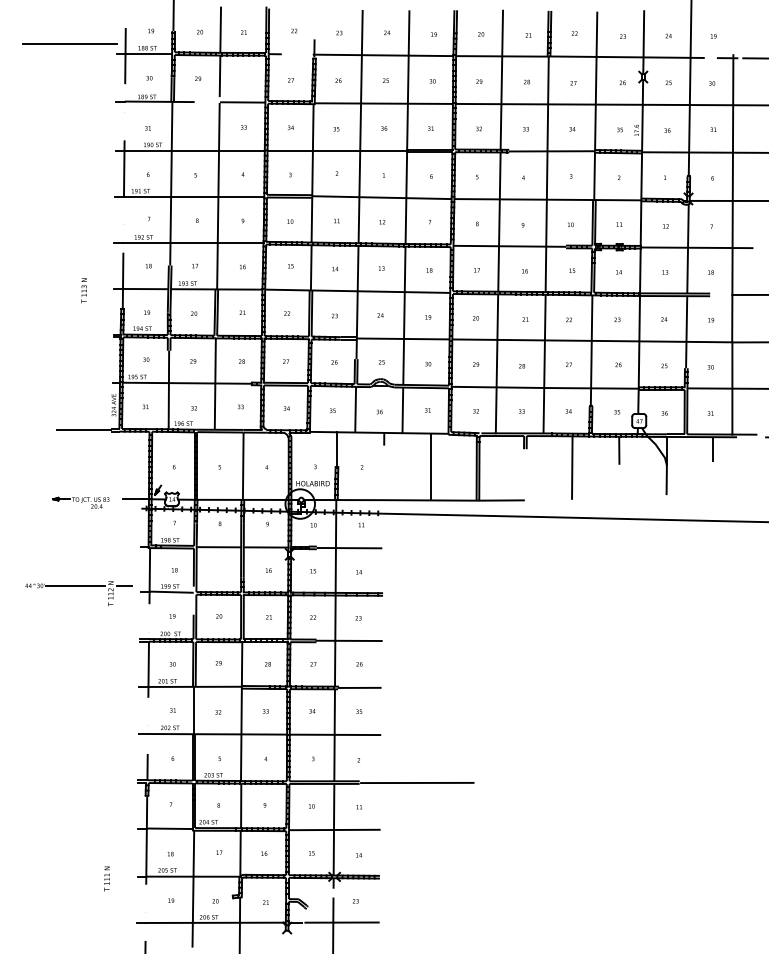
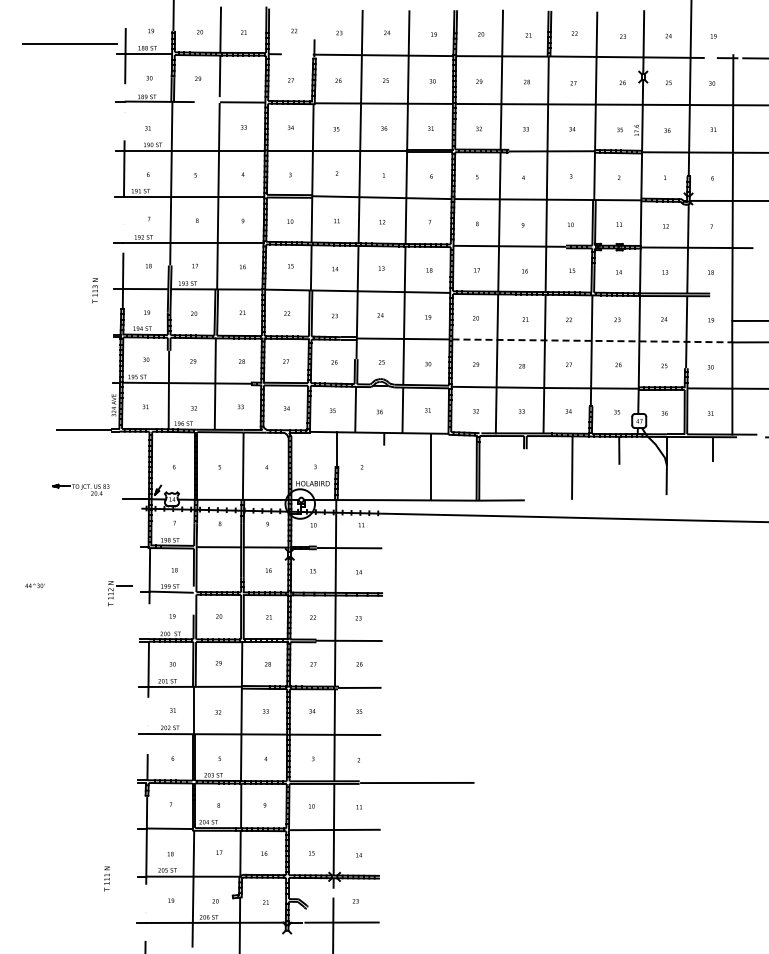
text at (83, 290) position: (83, 290) -> (94, 290)
line at (748, 294) position: (748, 294) -> (748, 320)
line at (592, 340): solid -> dashed
part at (80, 502) position: (80, 502) -> (80, 489)
line at (75, 585): present -> none
